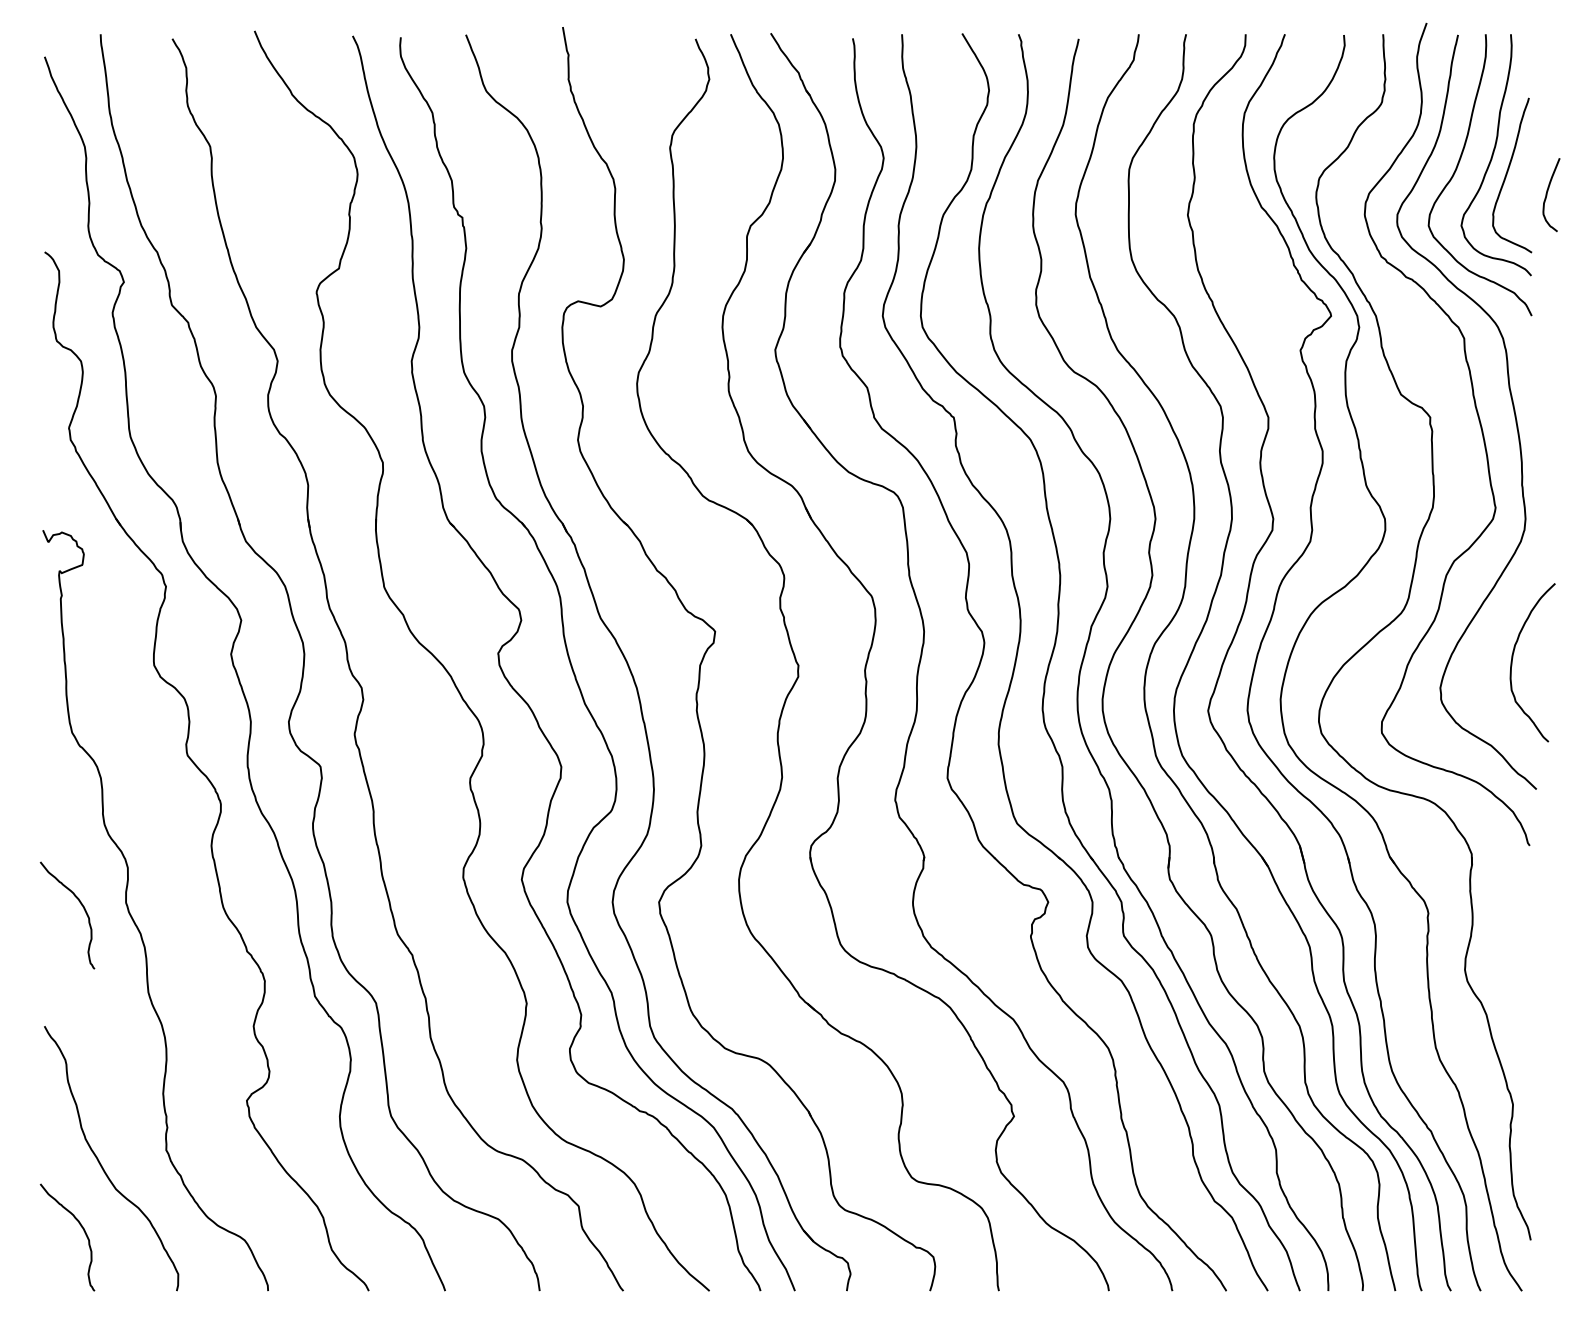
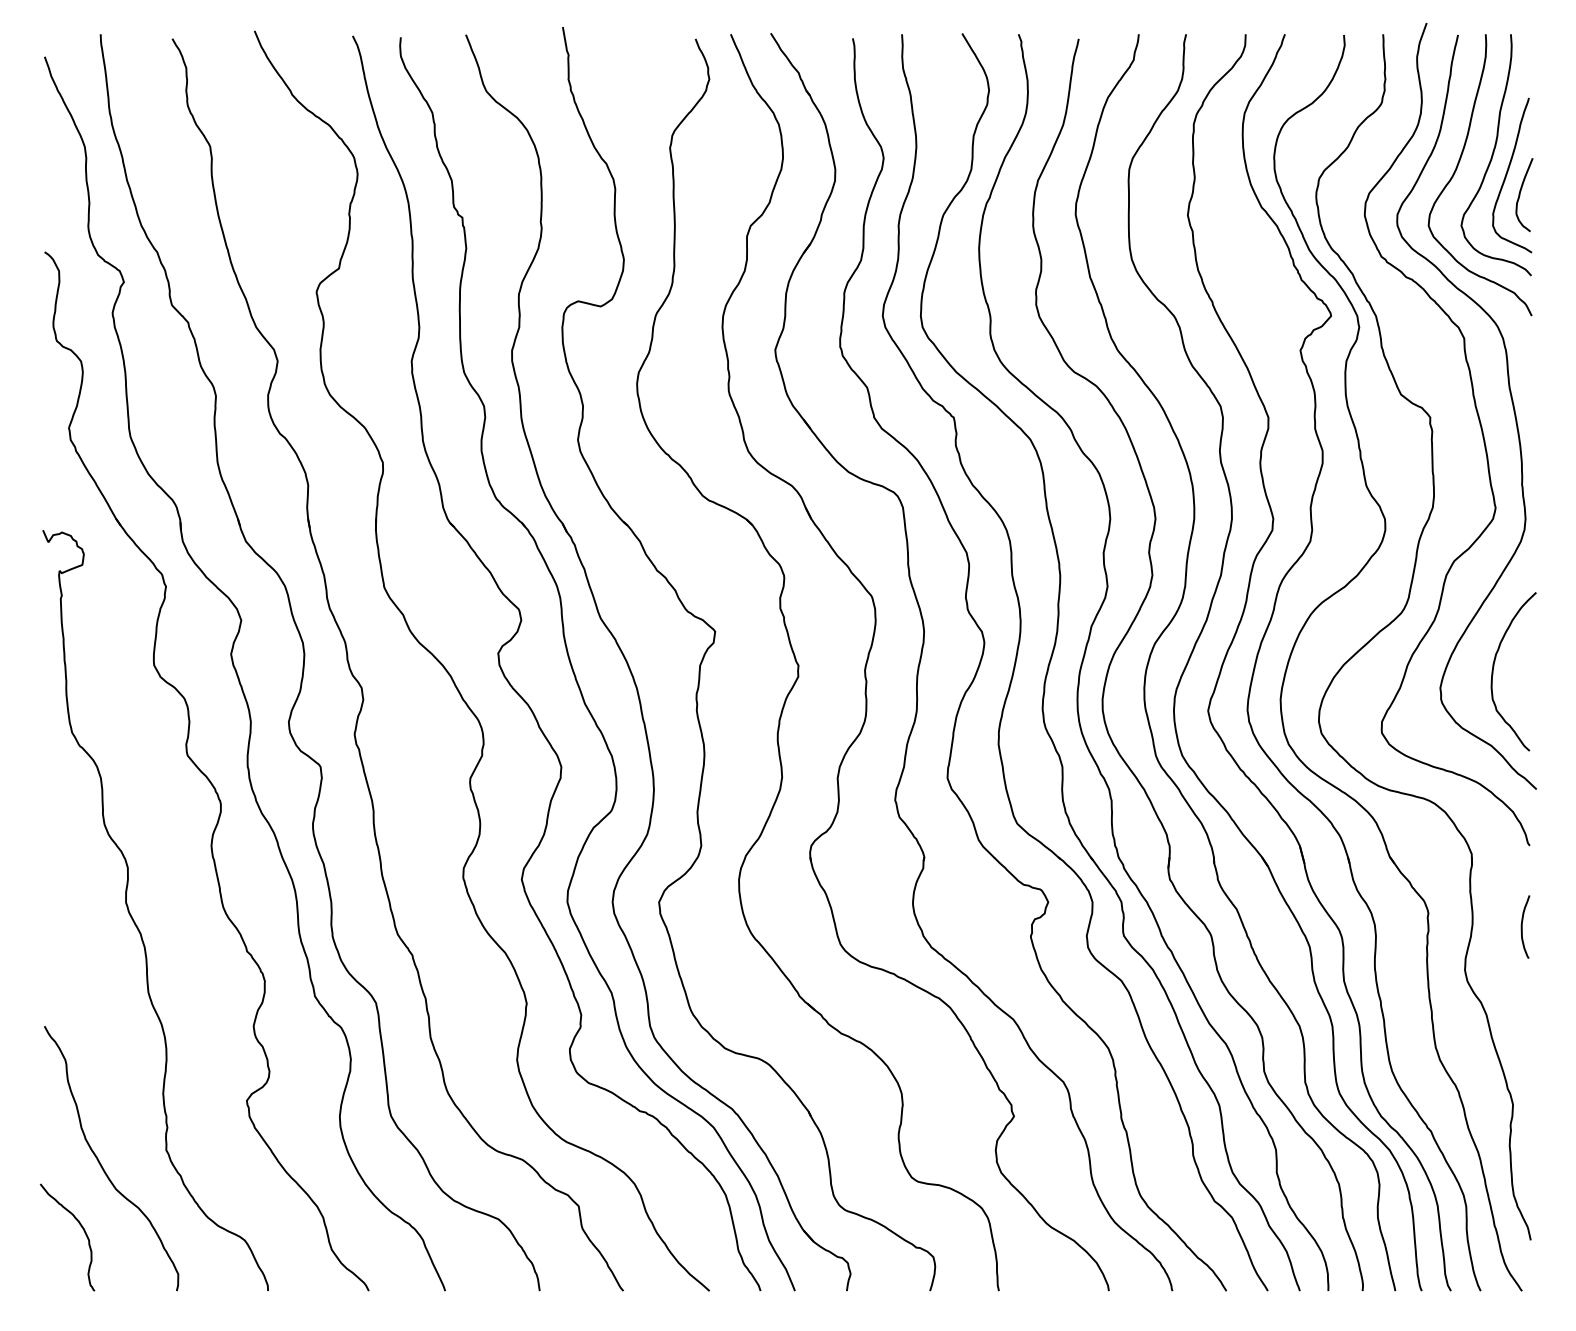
curve at (1547, 195) position: (1547, 195) -> (1520, 195)
curve at (1513, 657) position: (1513, 657) -> (1494, 666)
curve at (82, 907): present -> none
curve at (1522, 926): none -> present
